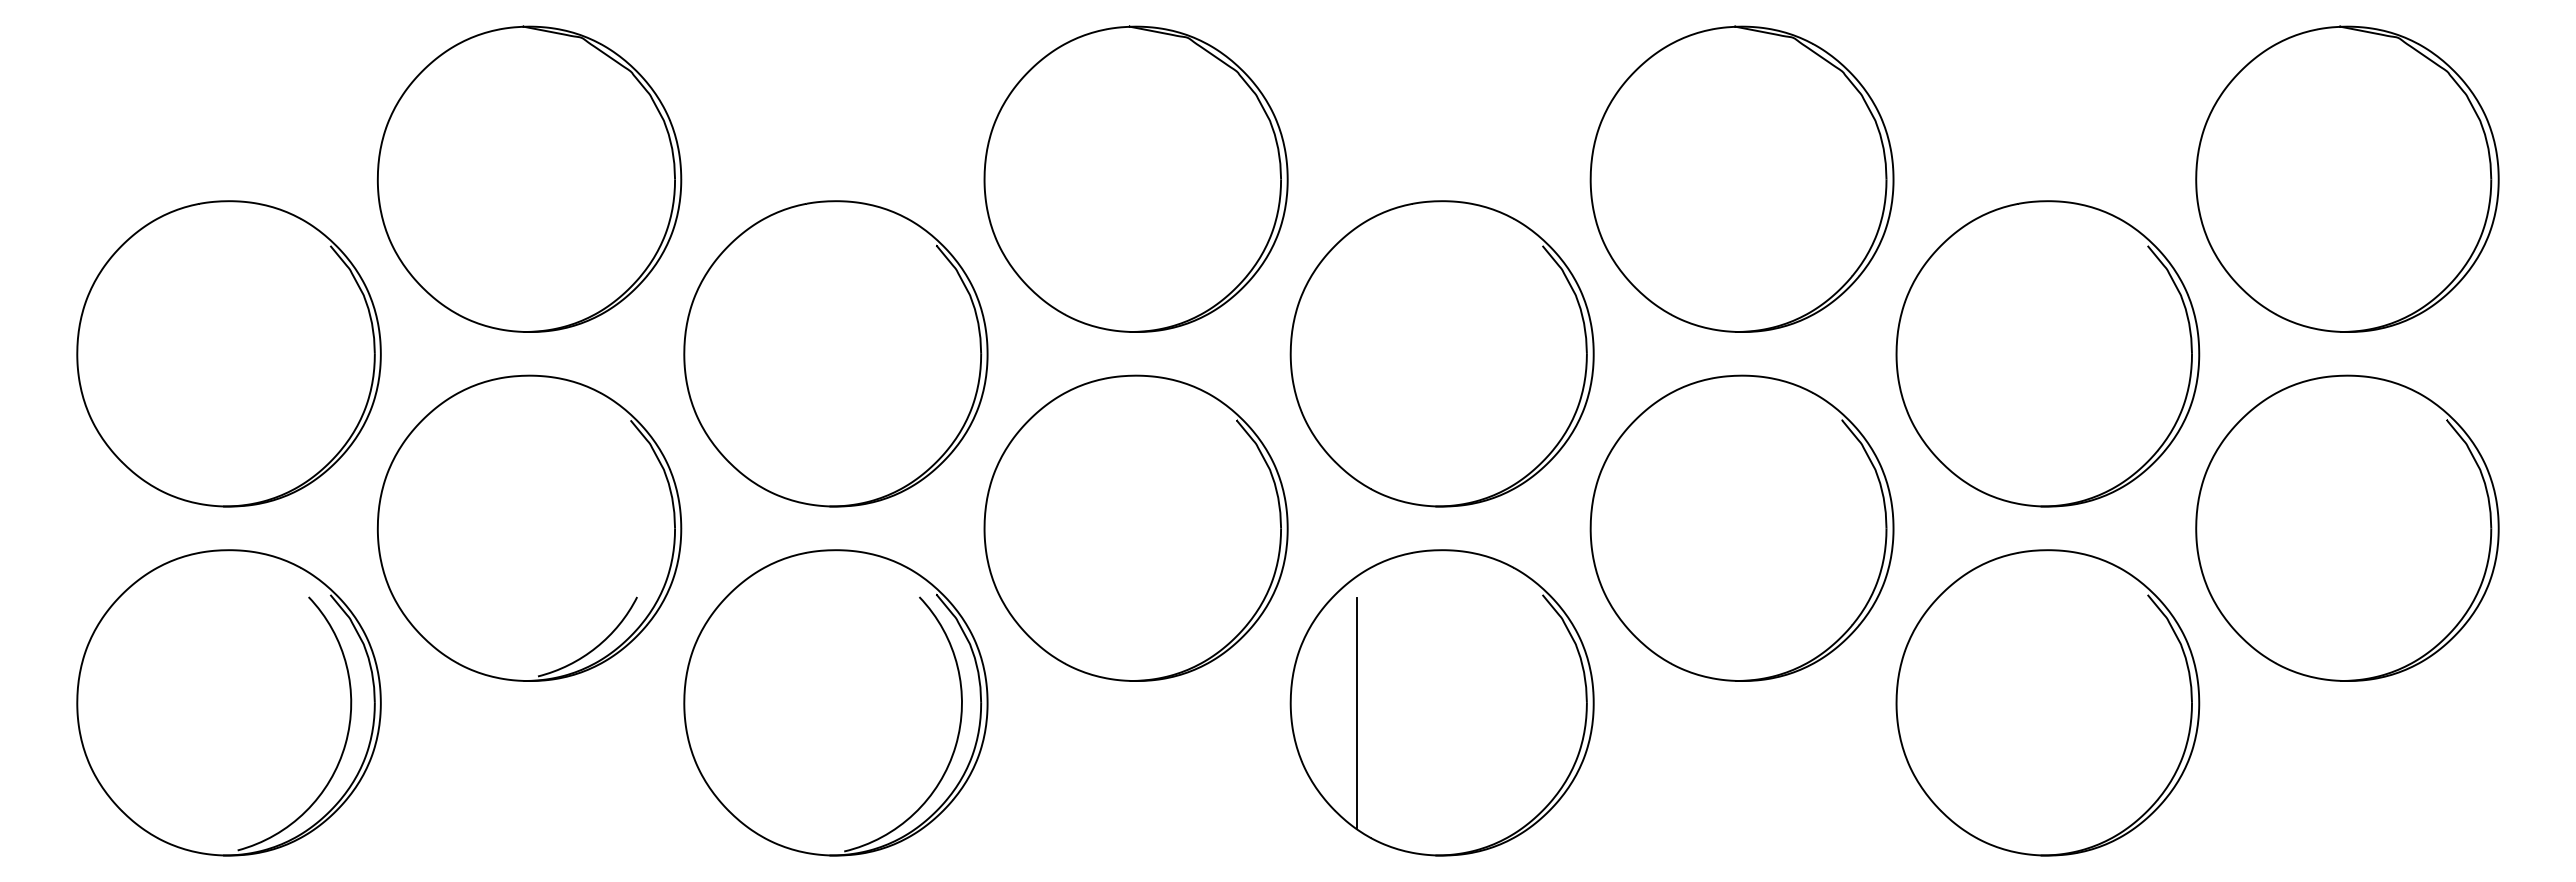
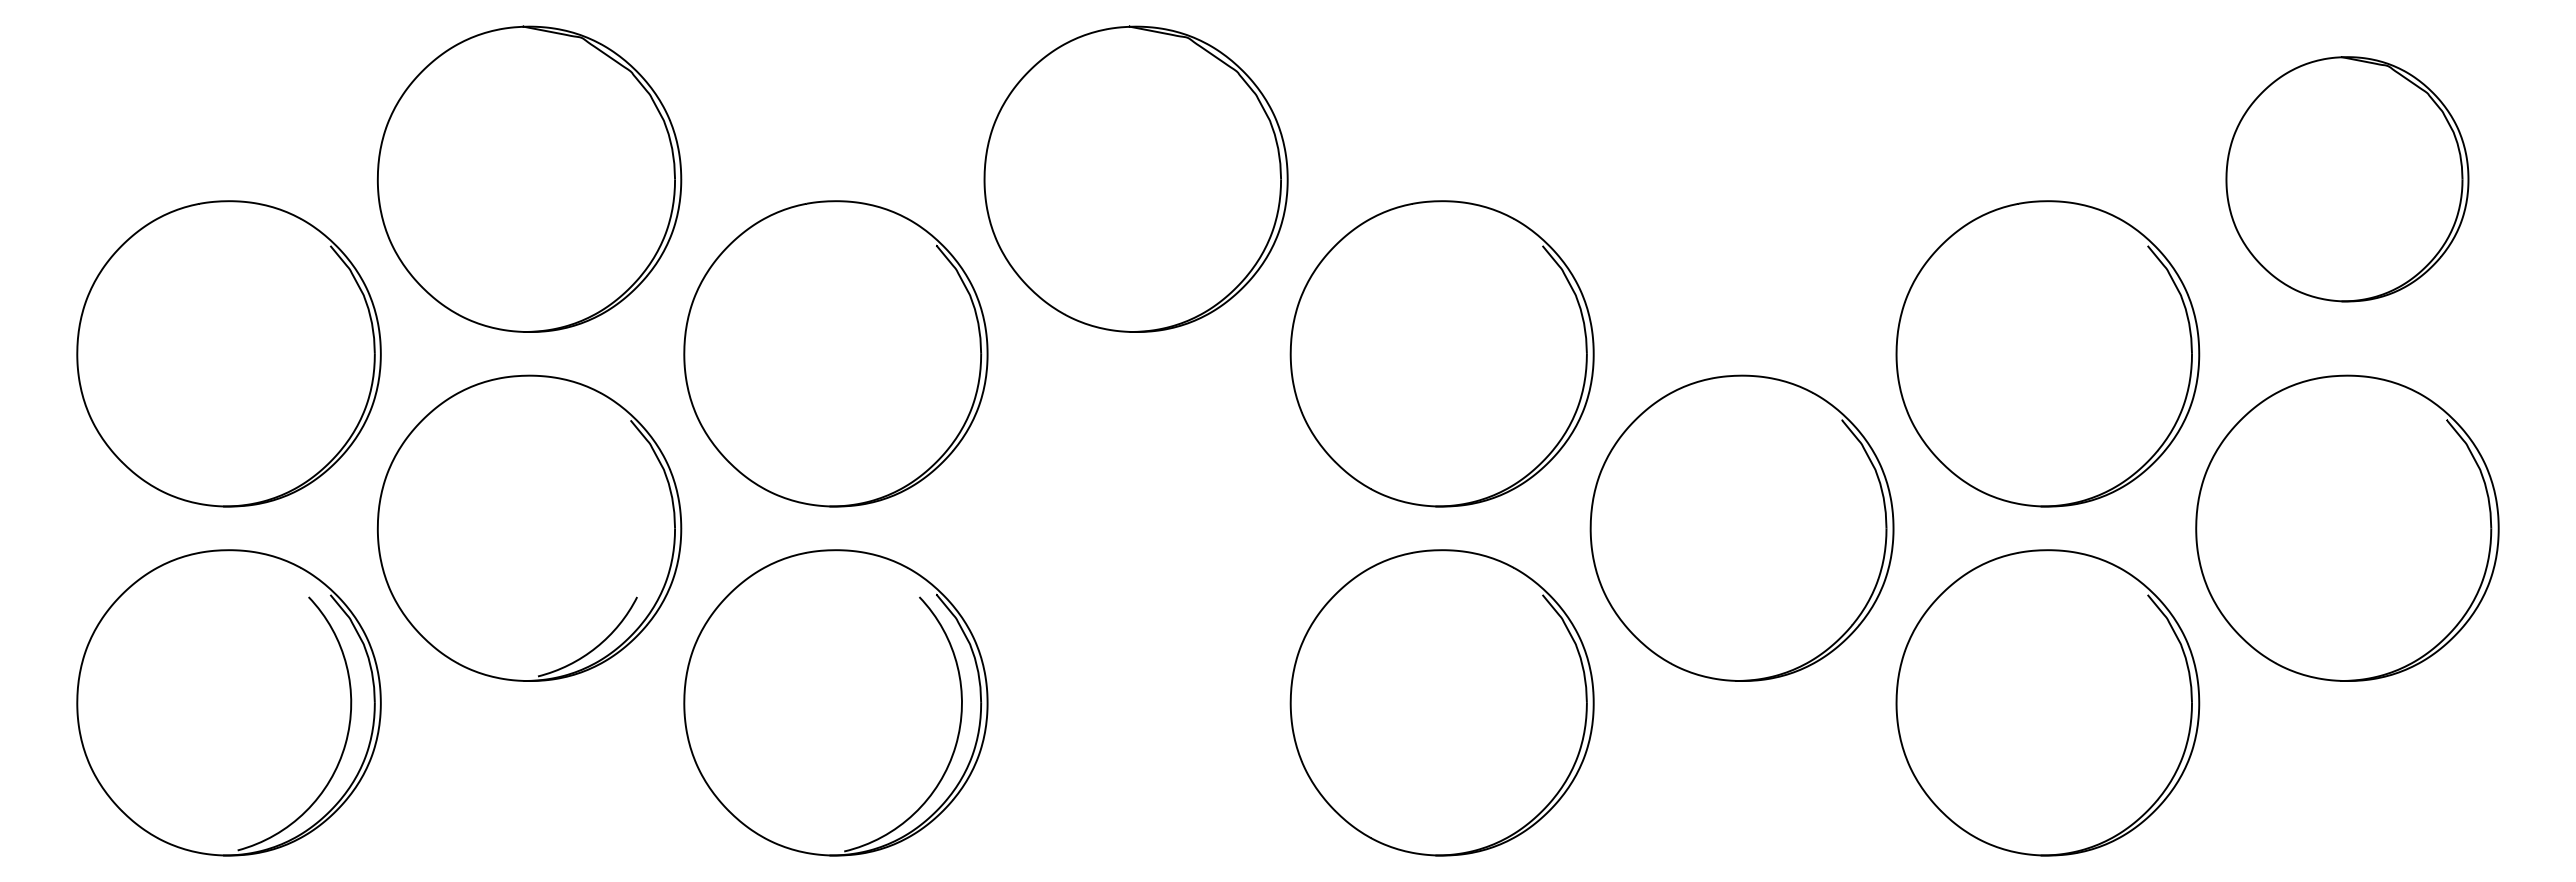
part at (1741, 178): present -> none
part at (2347, 178) size: 305x308 px -> 245x247 px
part at (1135, 527): present -> none
line at (1357, 712): present -> none
